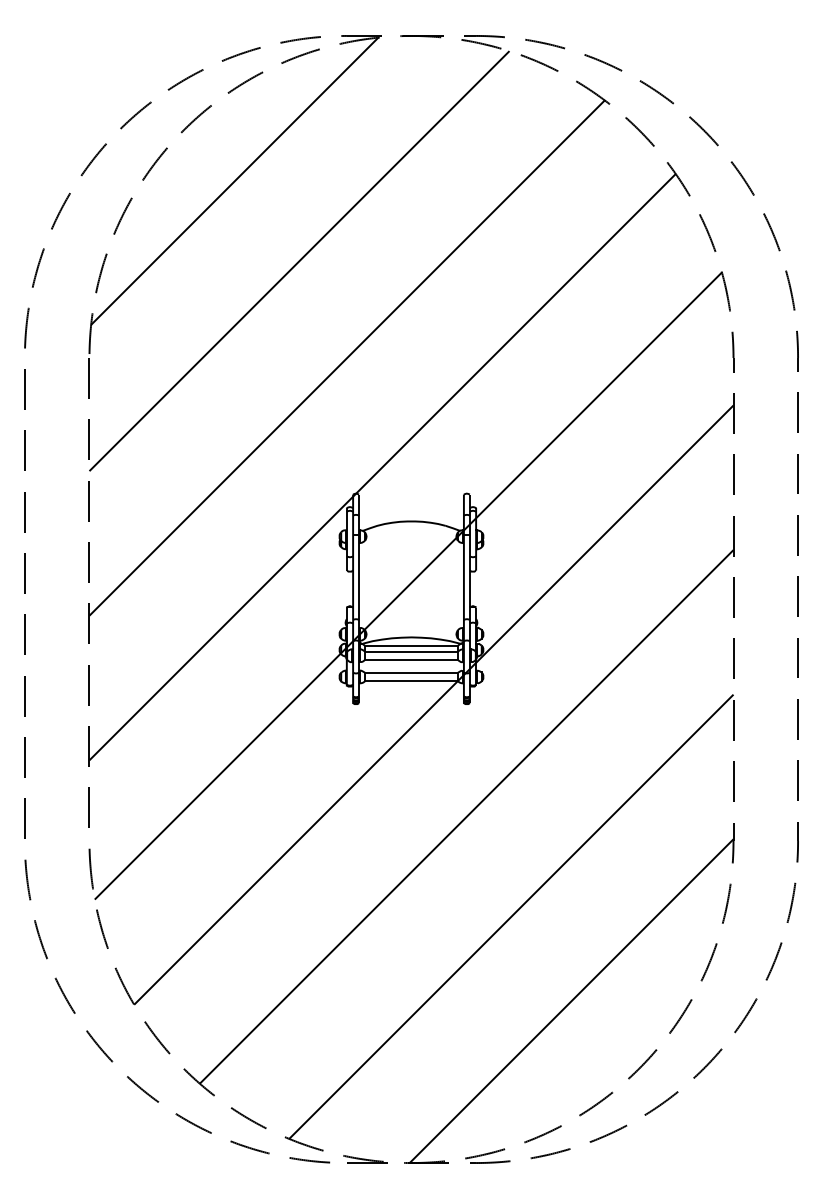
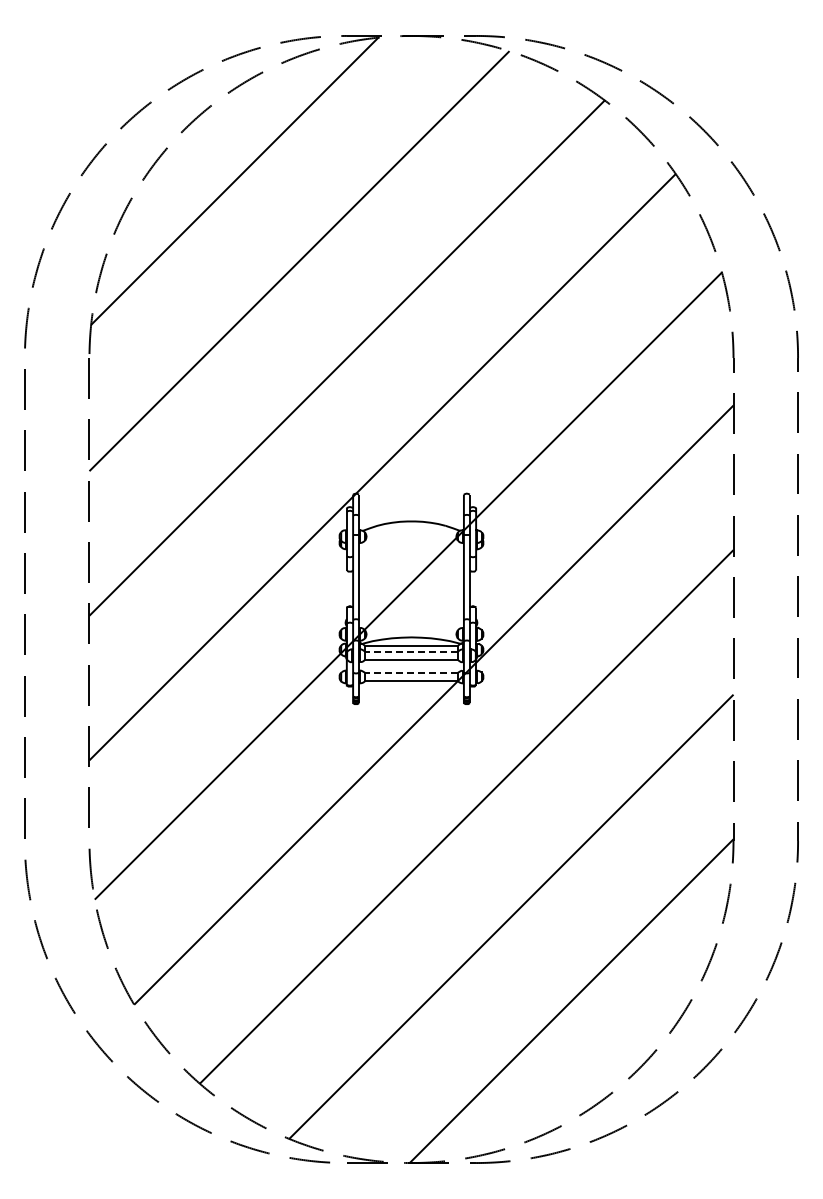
line at (410, 651): solid -> dashed
line at (410, 673): solid -> dashed
